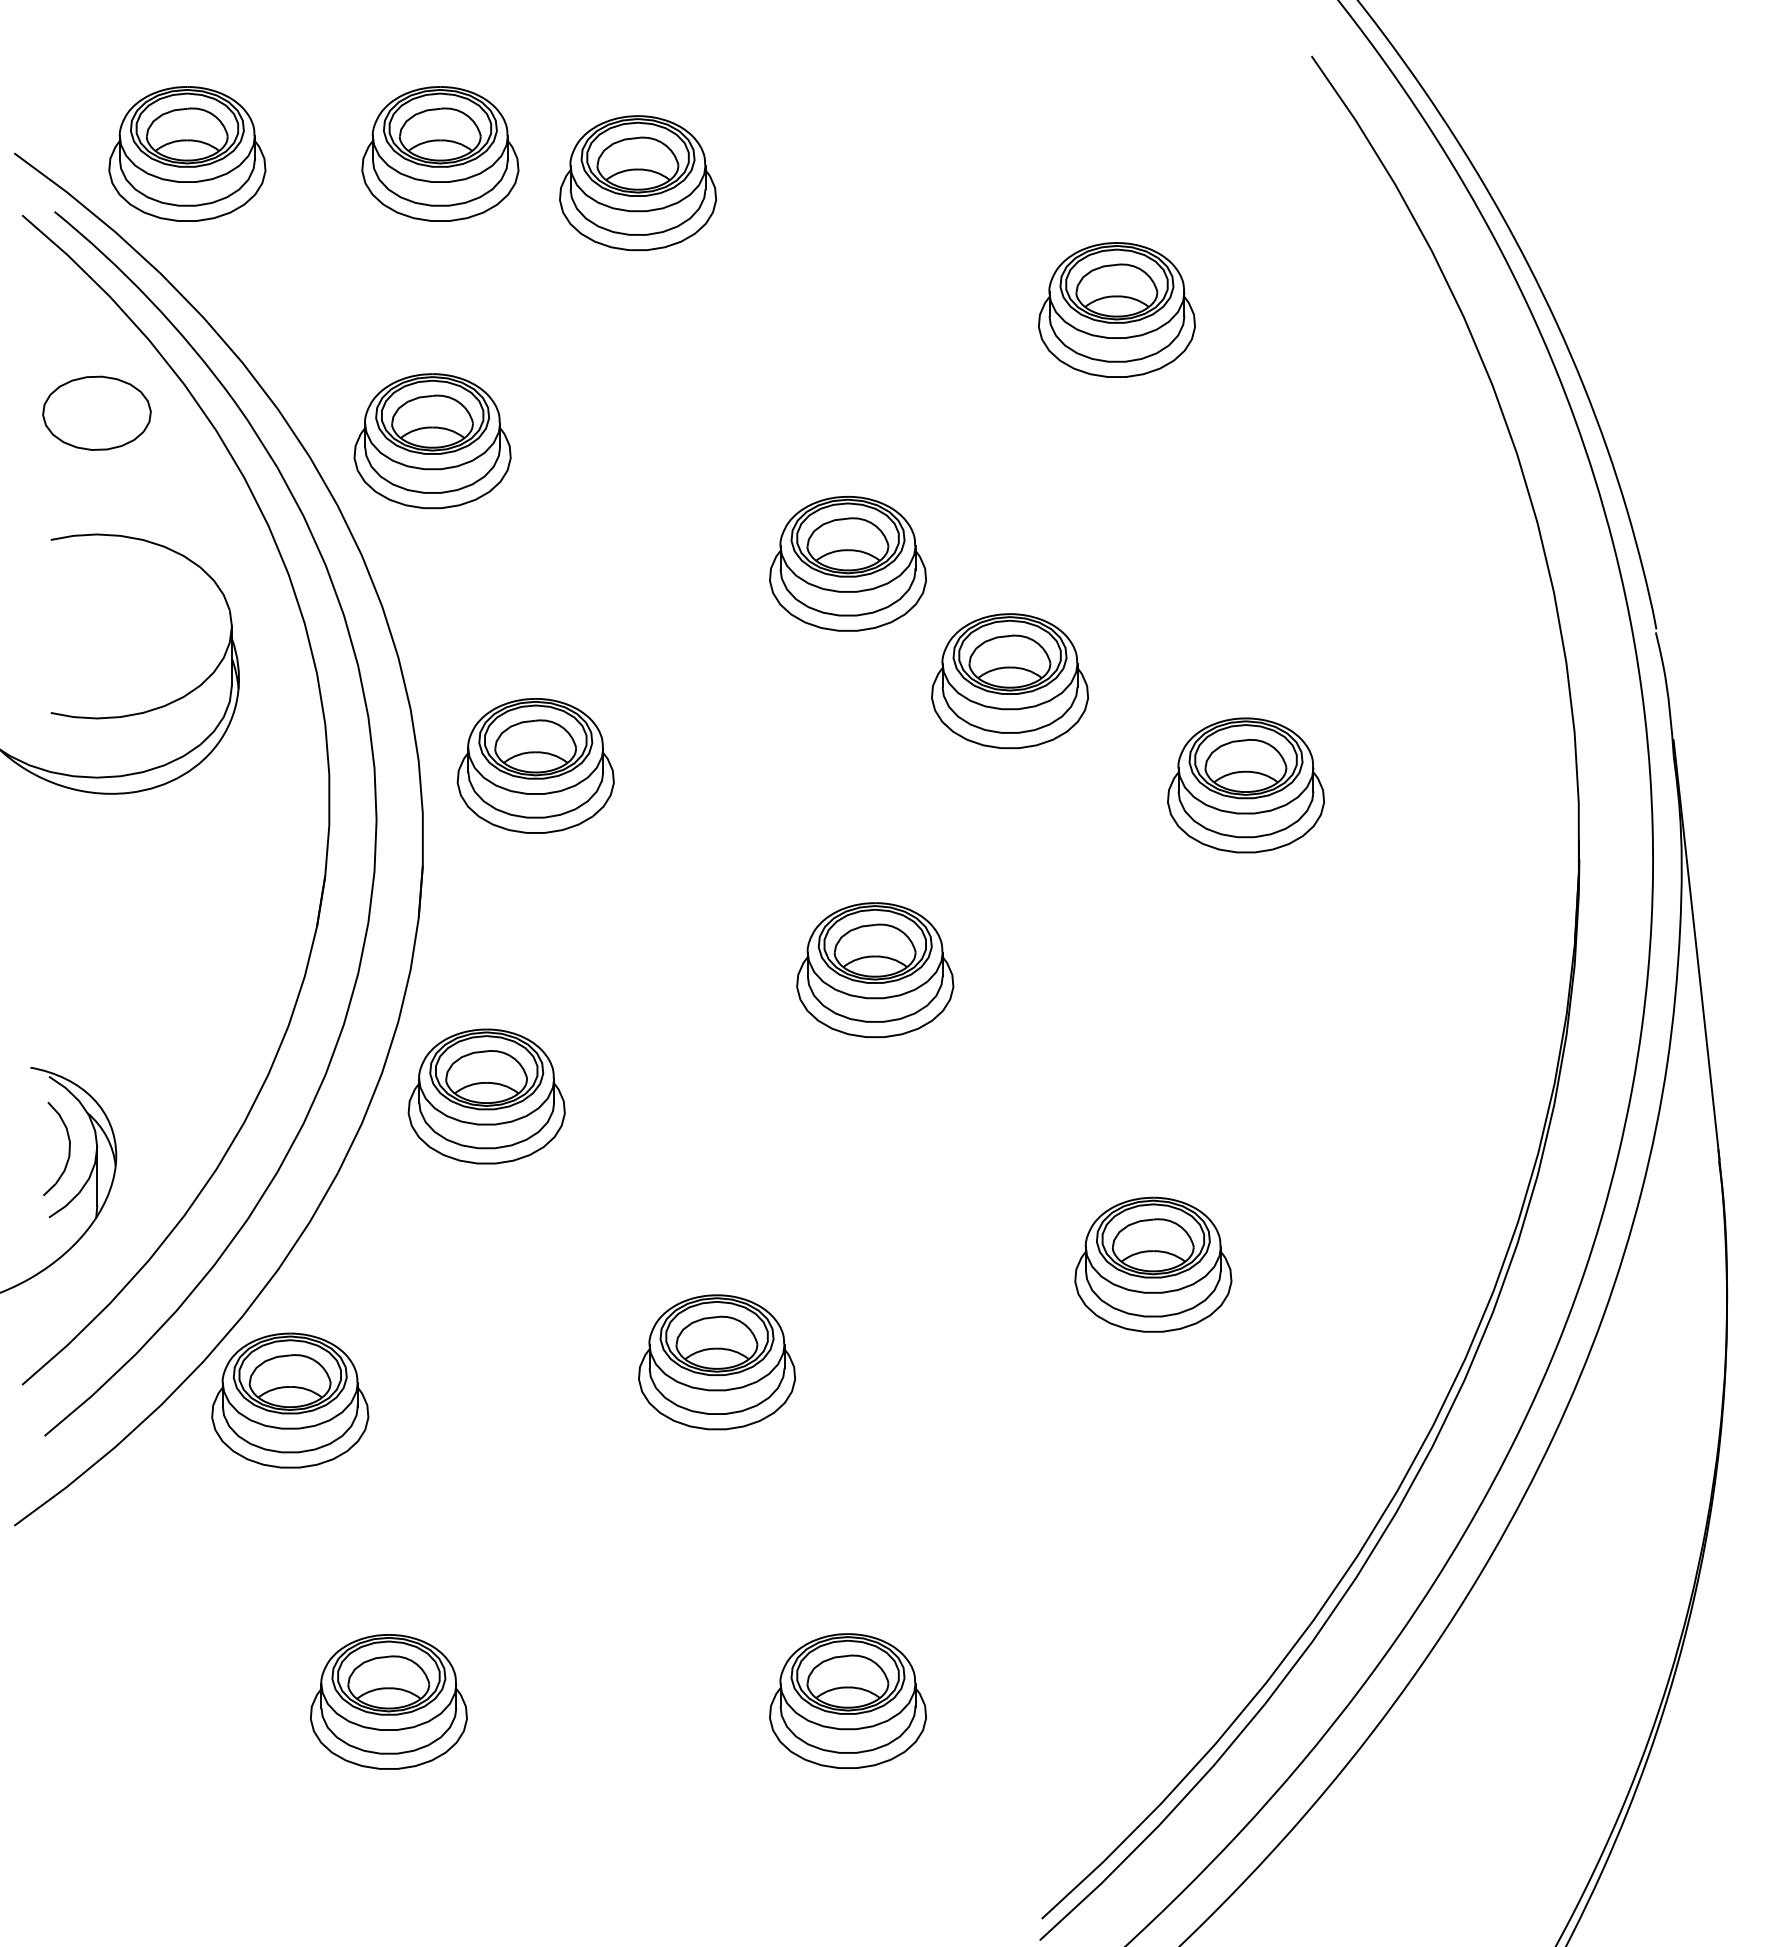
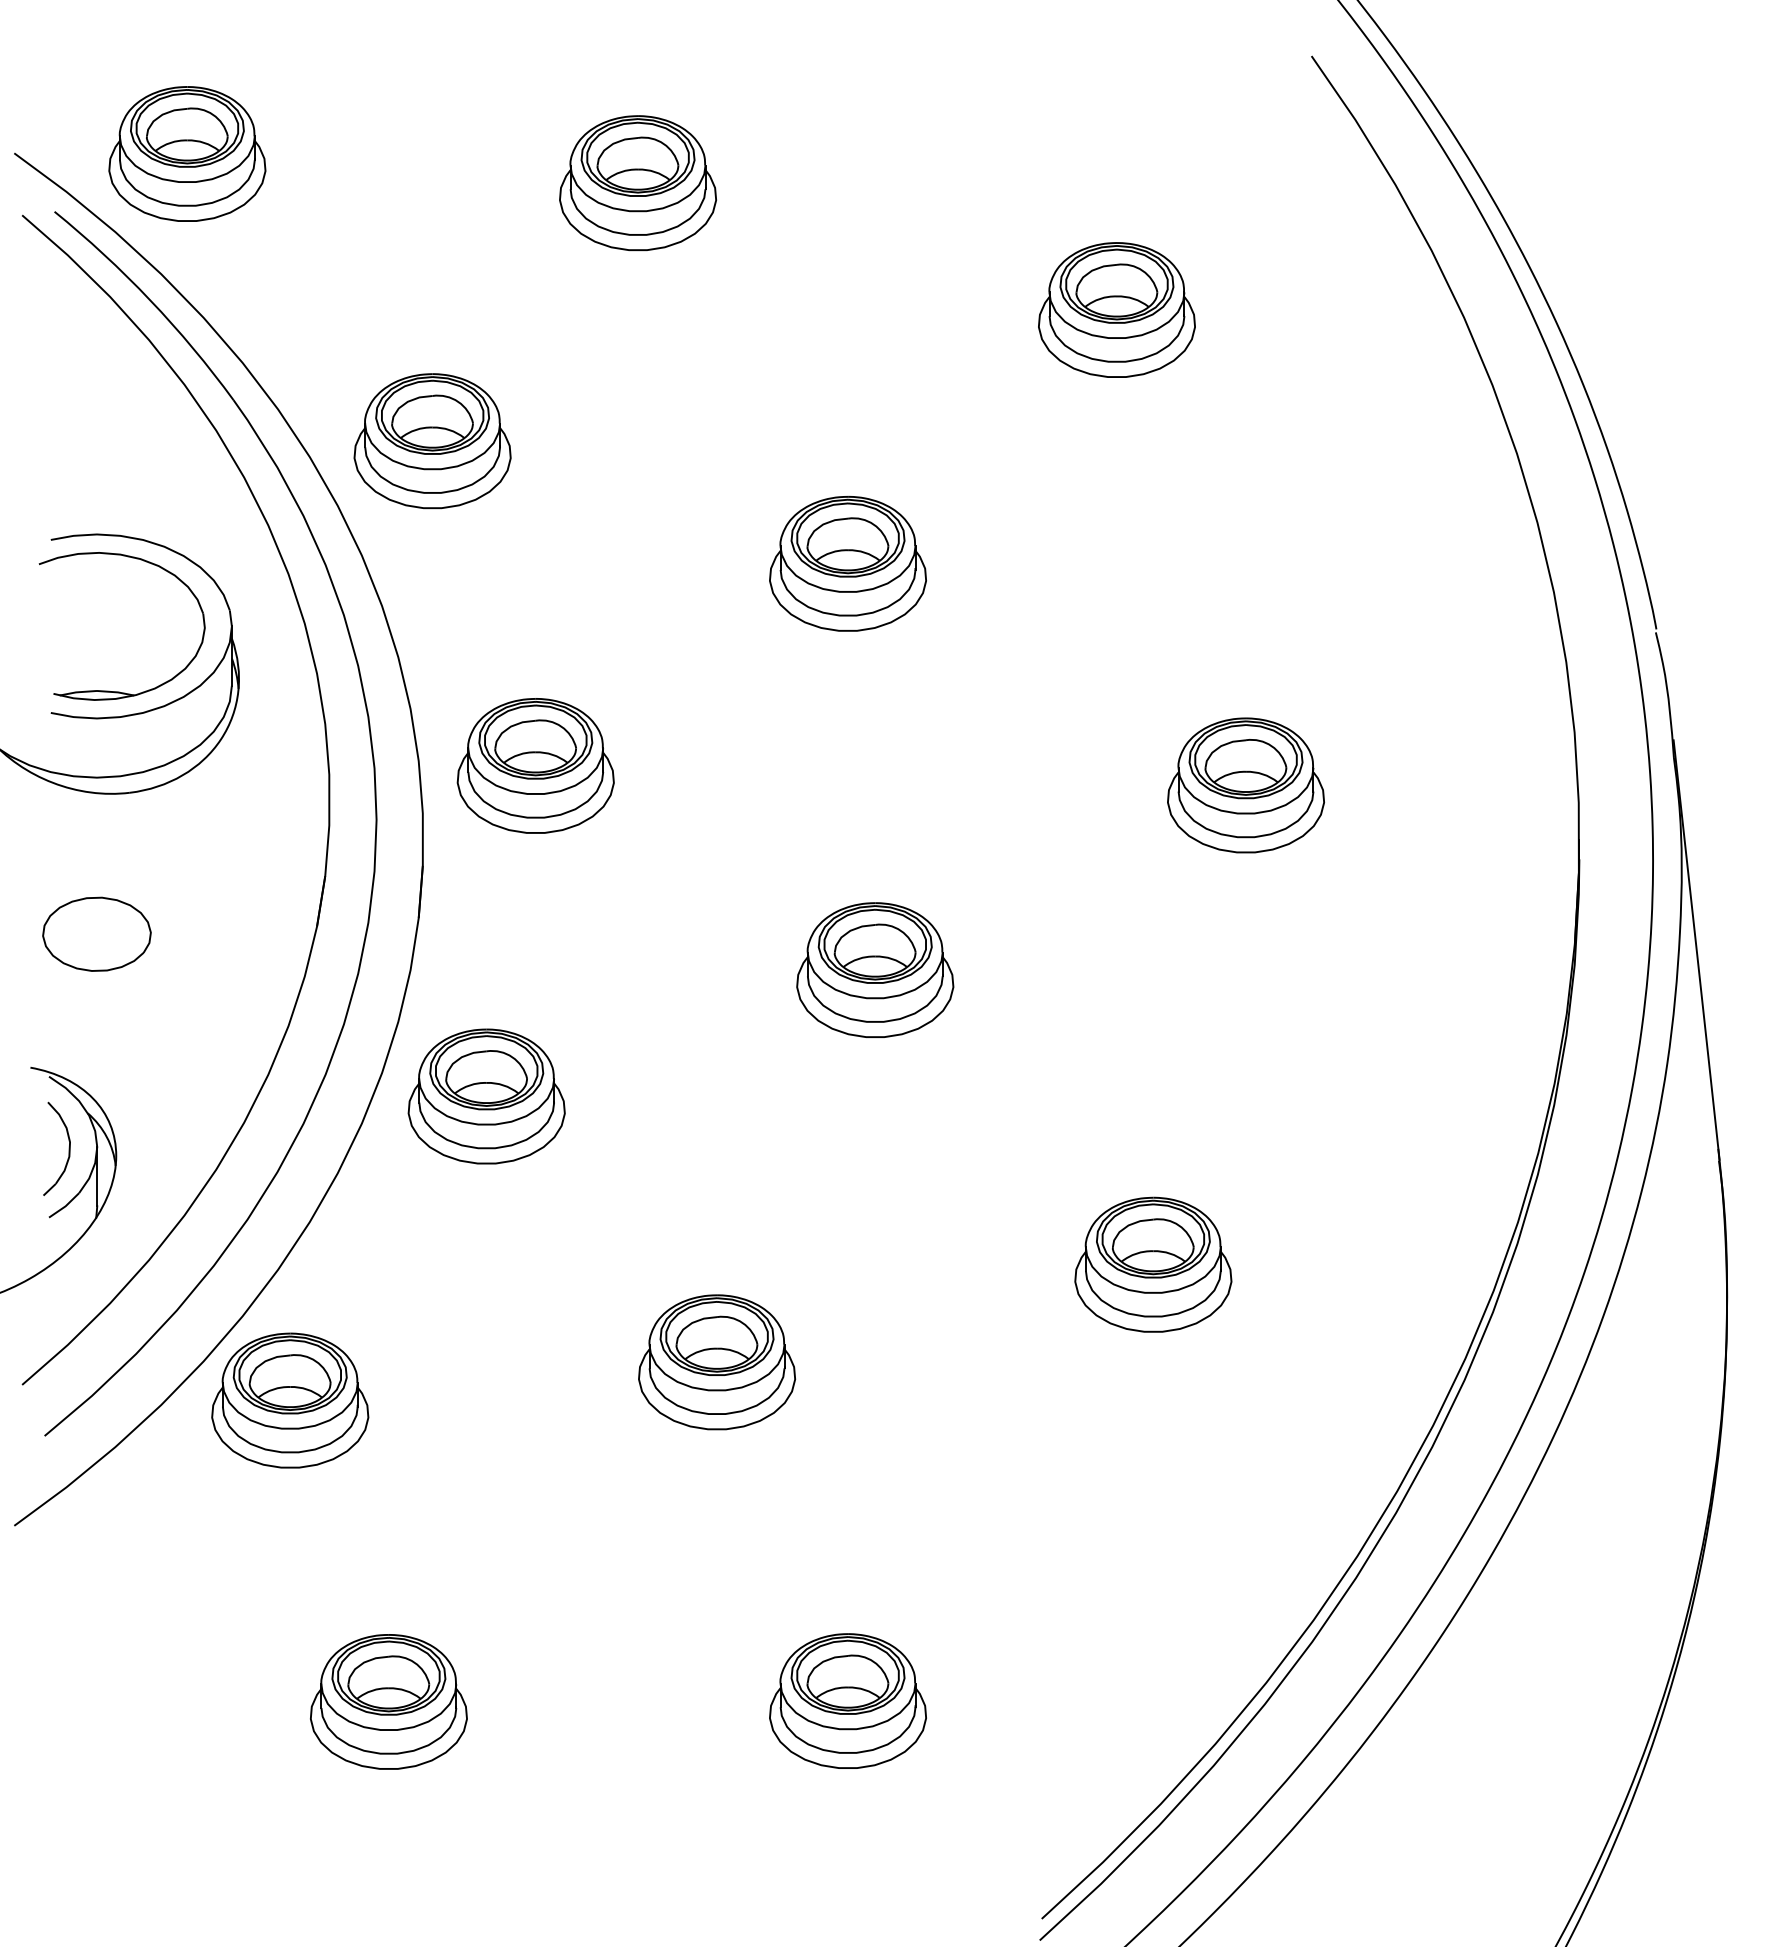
part at (440, 153): present -> none
part at (96, 412) position: (96, 412) -> (96, 933)
part at (1009, 681): present -> none
part at (119, 691): none -> present
